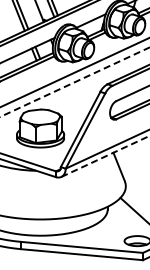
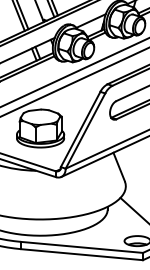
line at (75, 81): dashed -> solid
line at (105, 156): dashed -> solid
